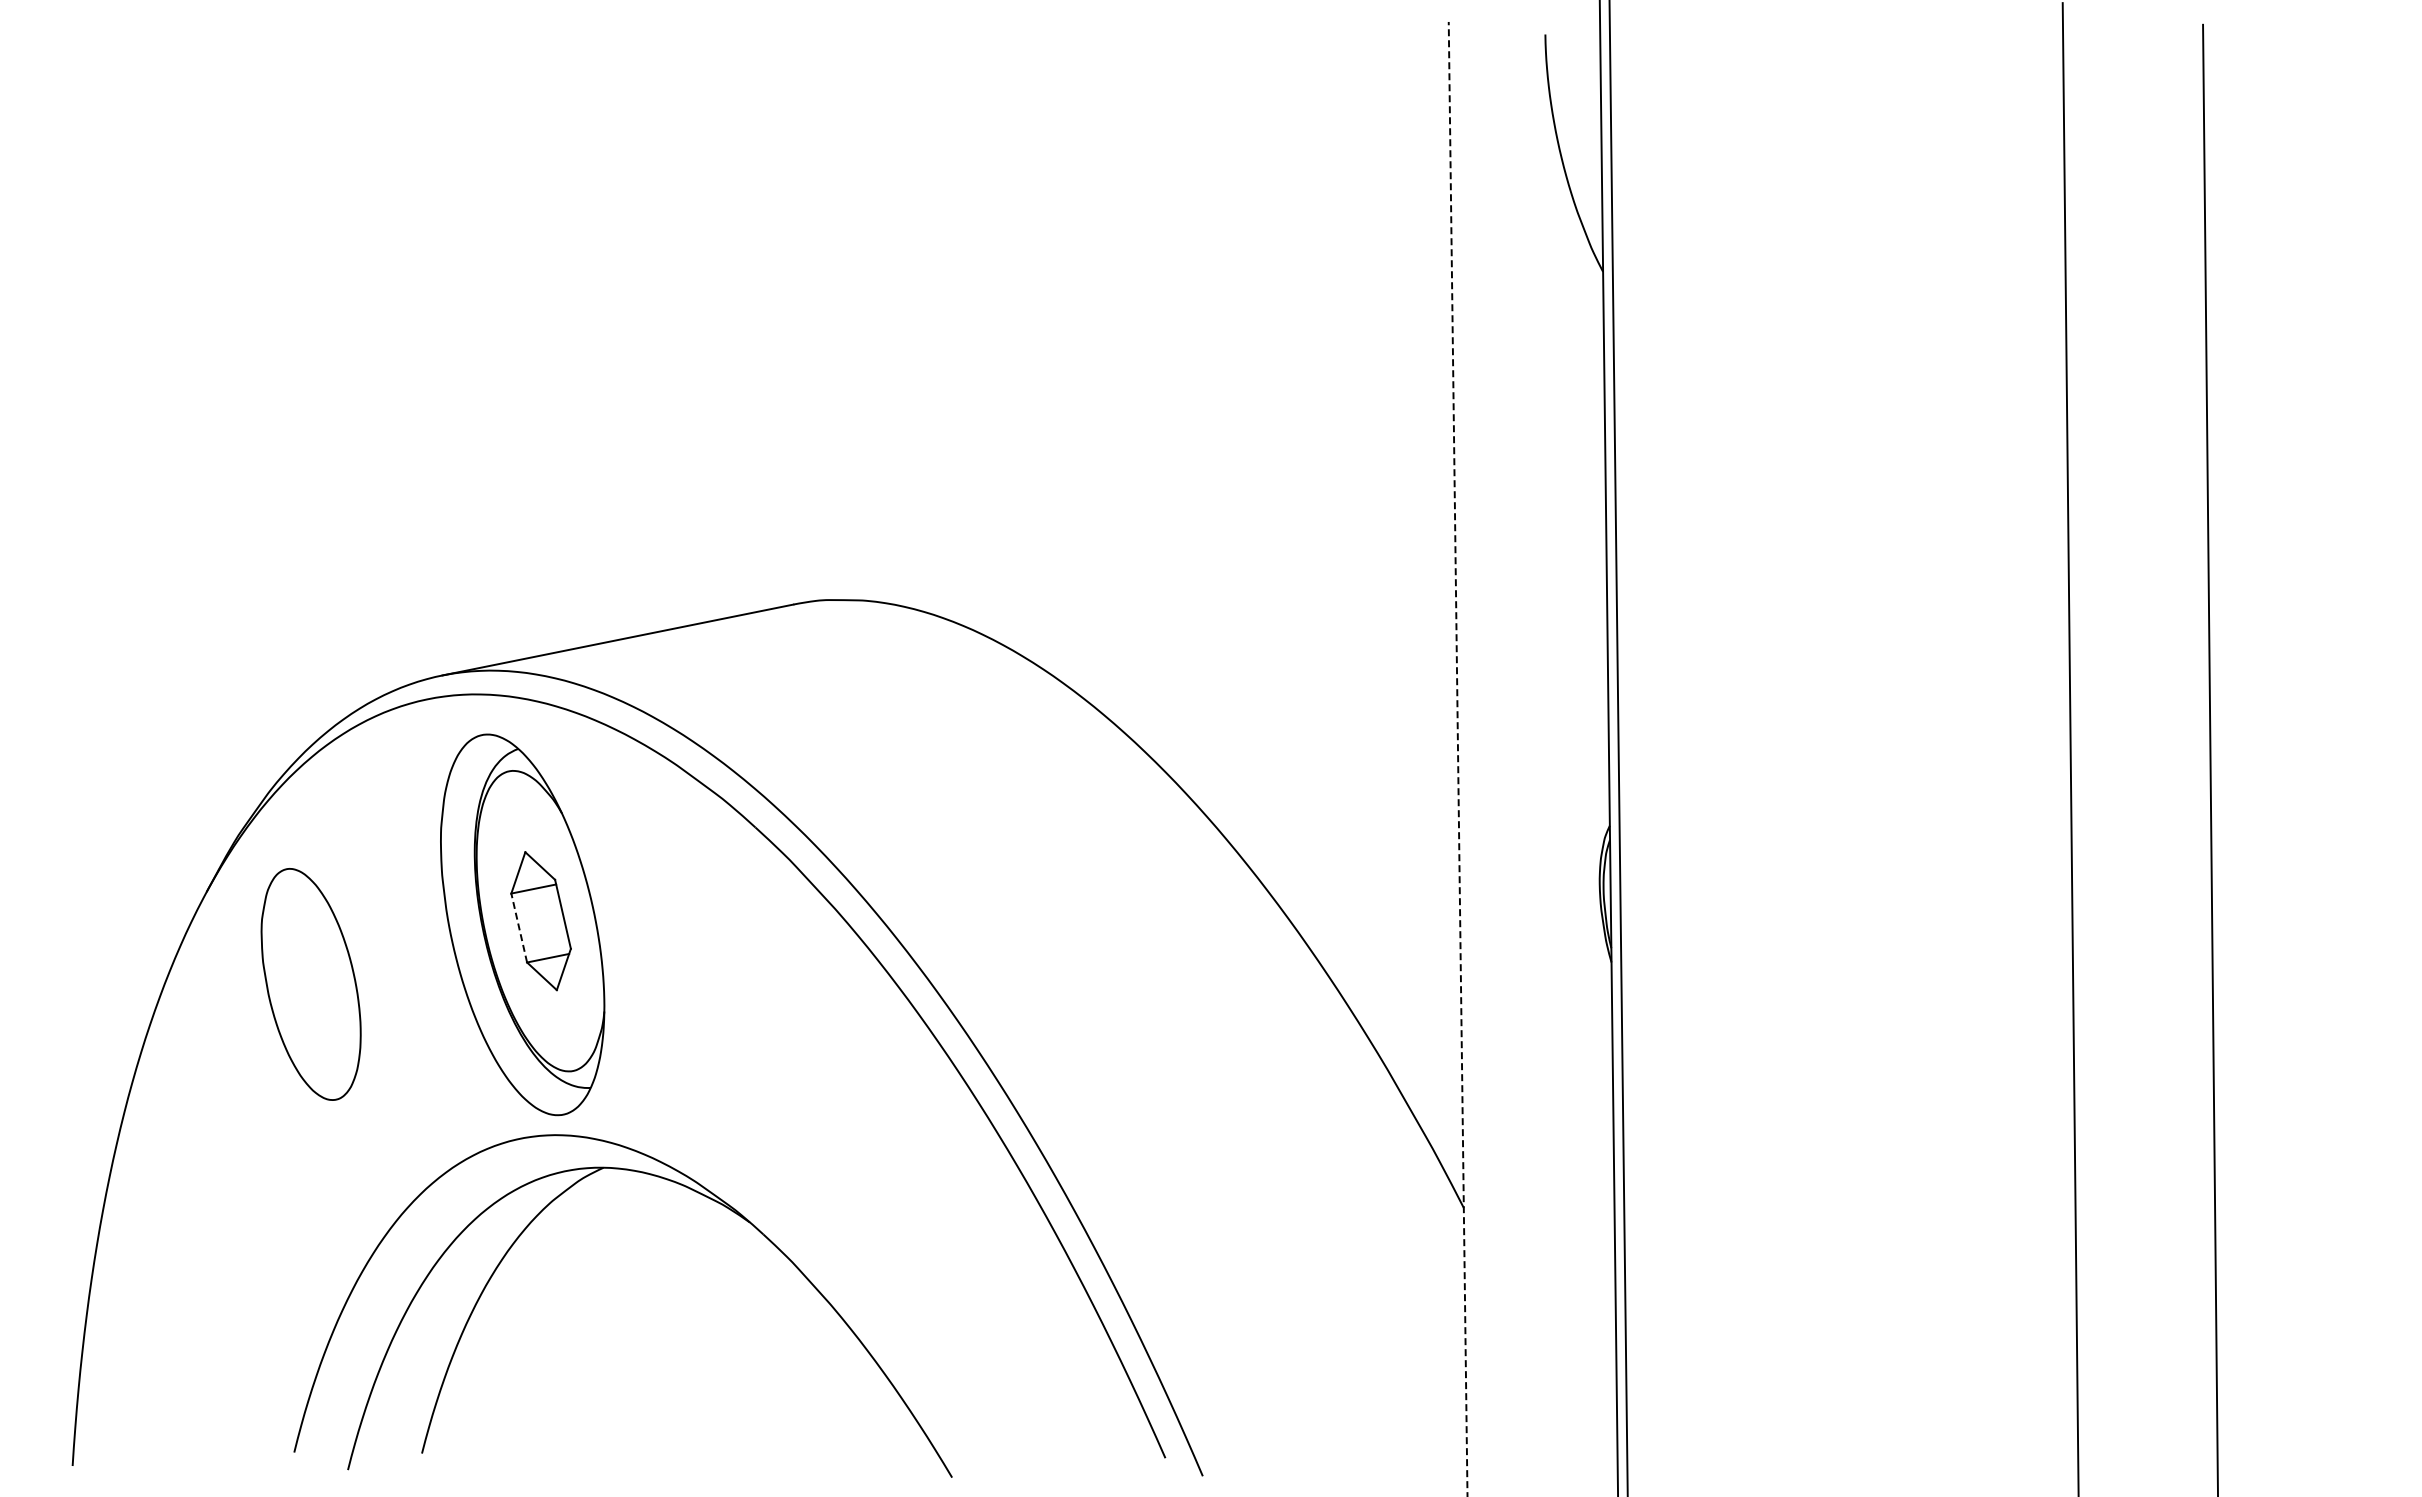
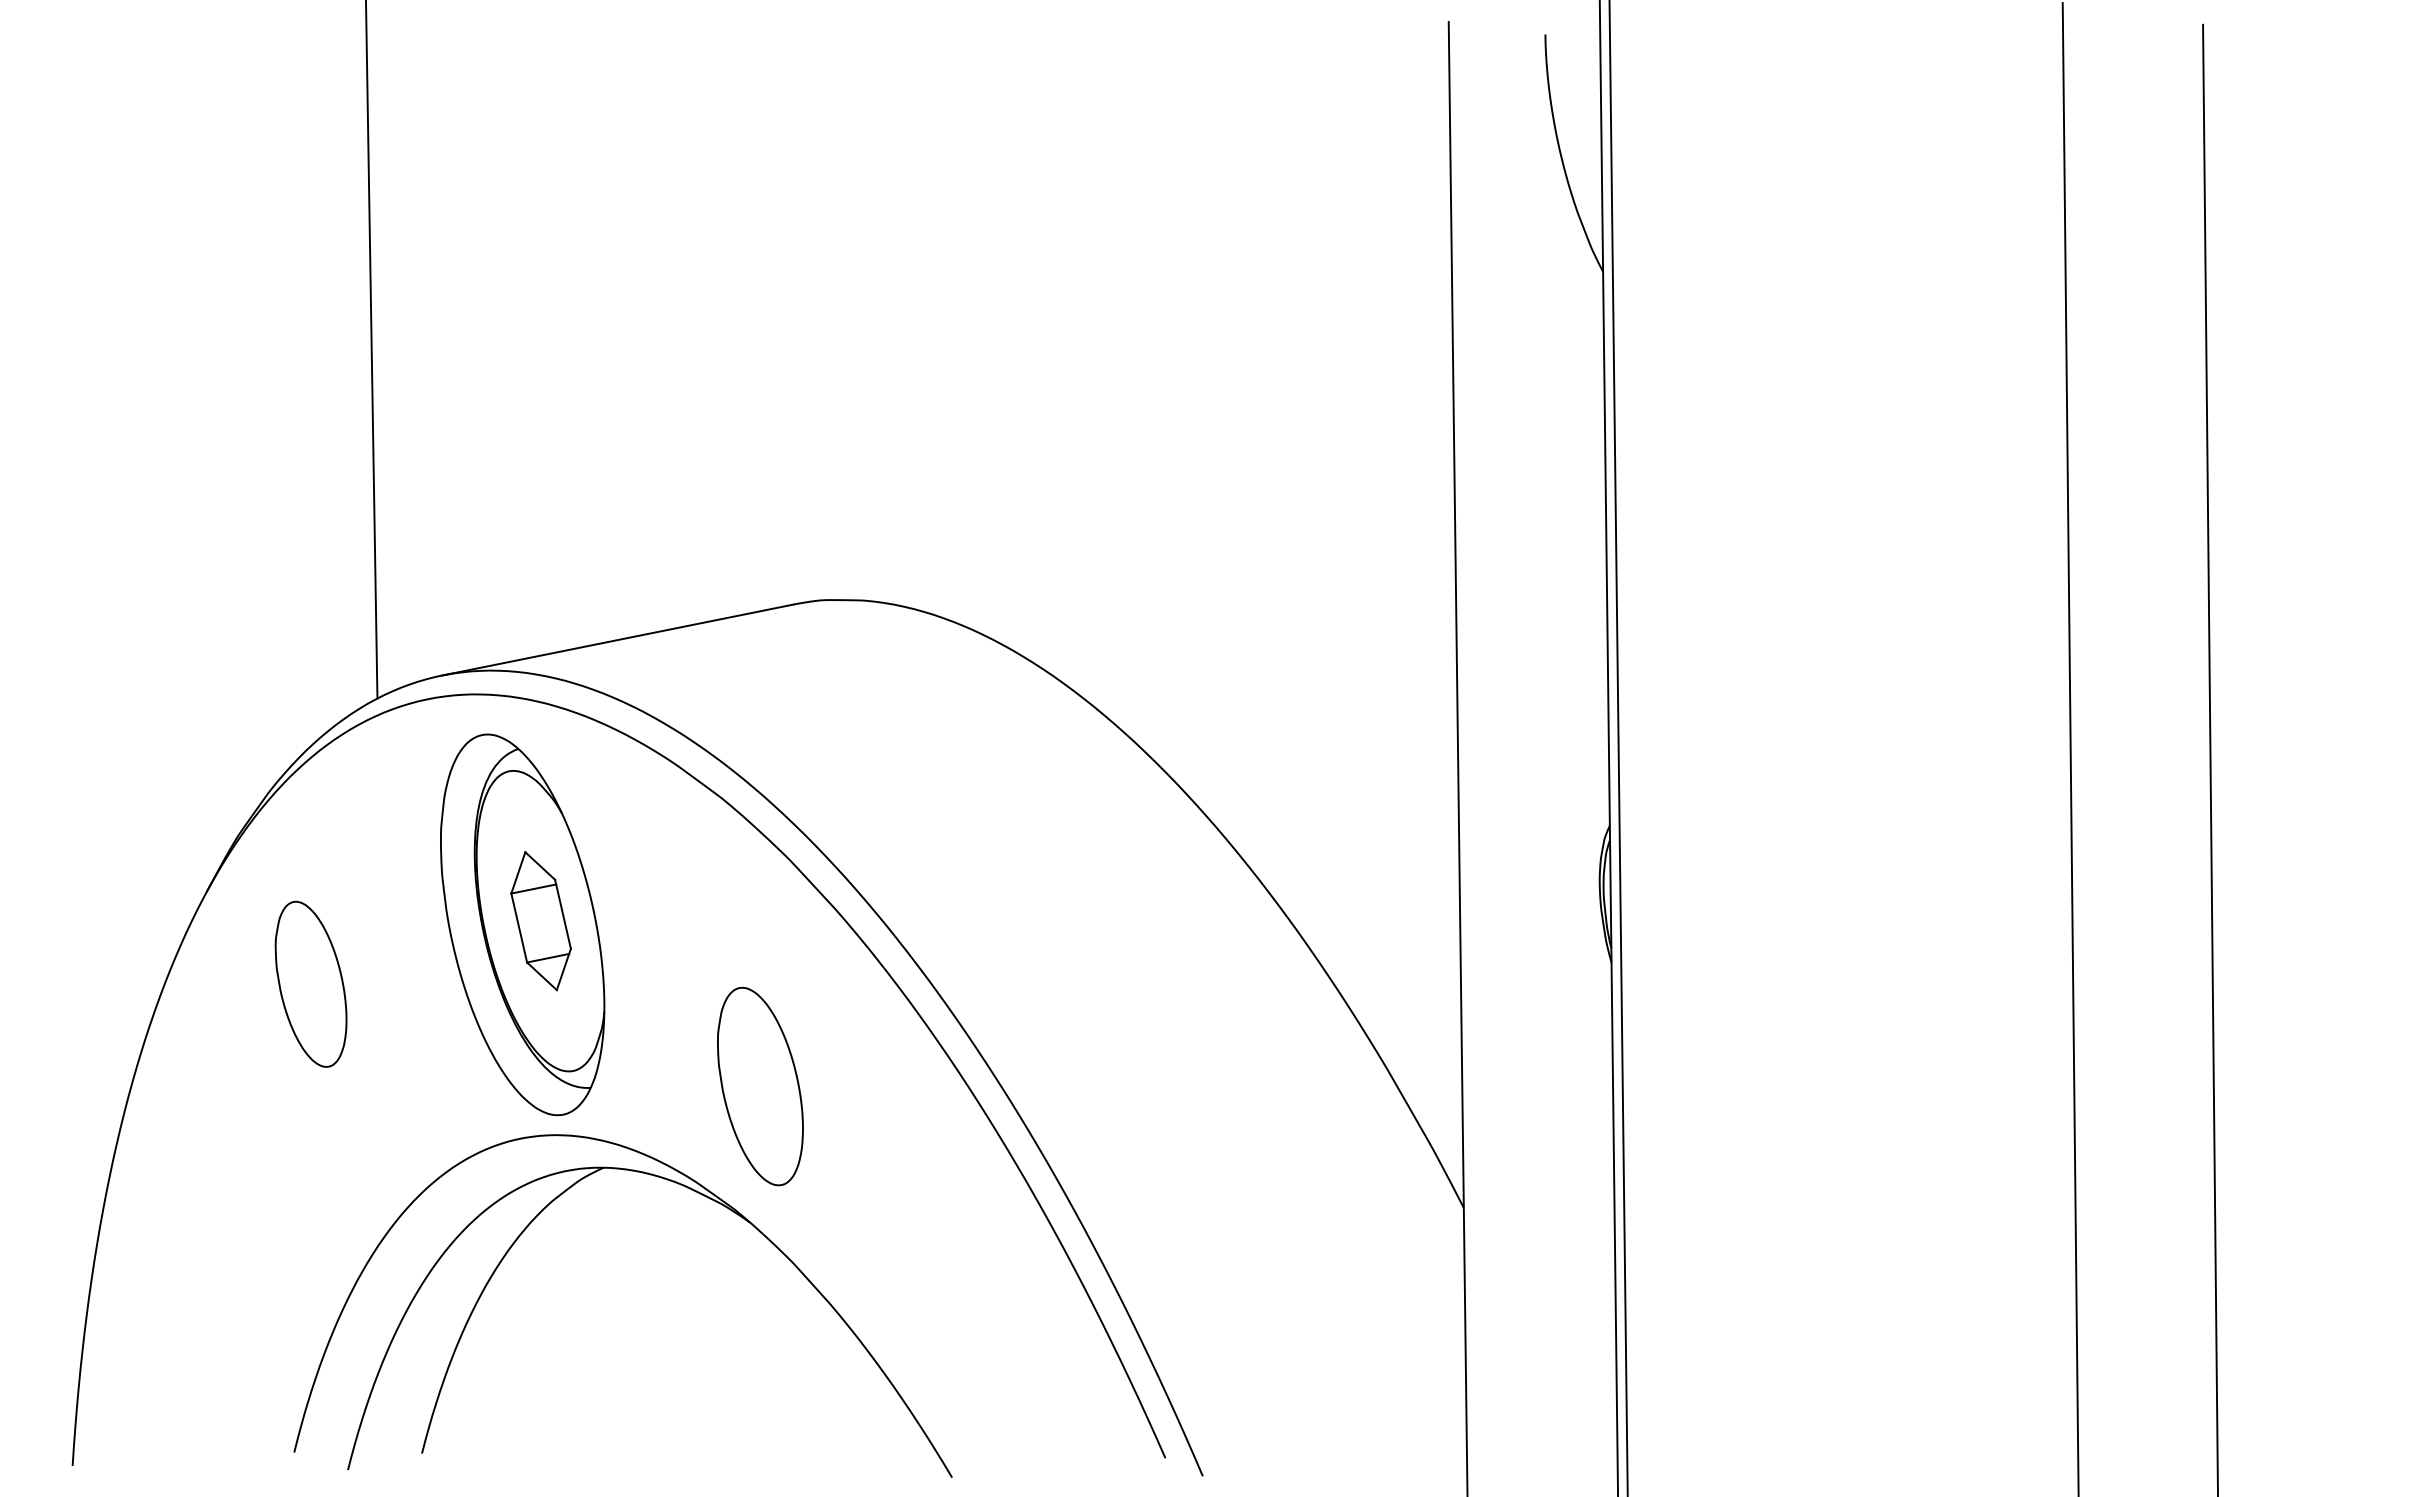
line at (371, 350): none -> present
line at (1458, 758): dashed -> solid
line at (519, 927): dashed -> solid
part at (310, 984) size: 102x233 px -> 74x168 px
part at (760, 1086): none -> present
